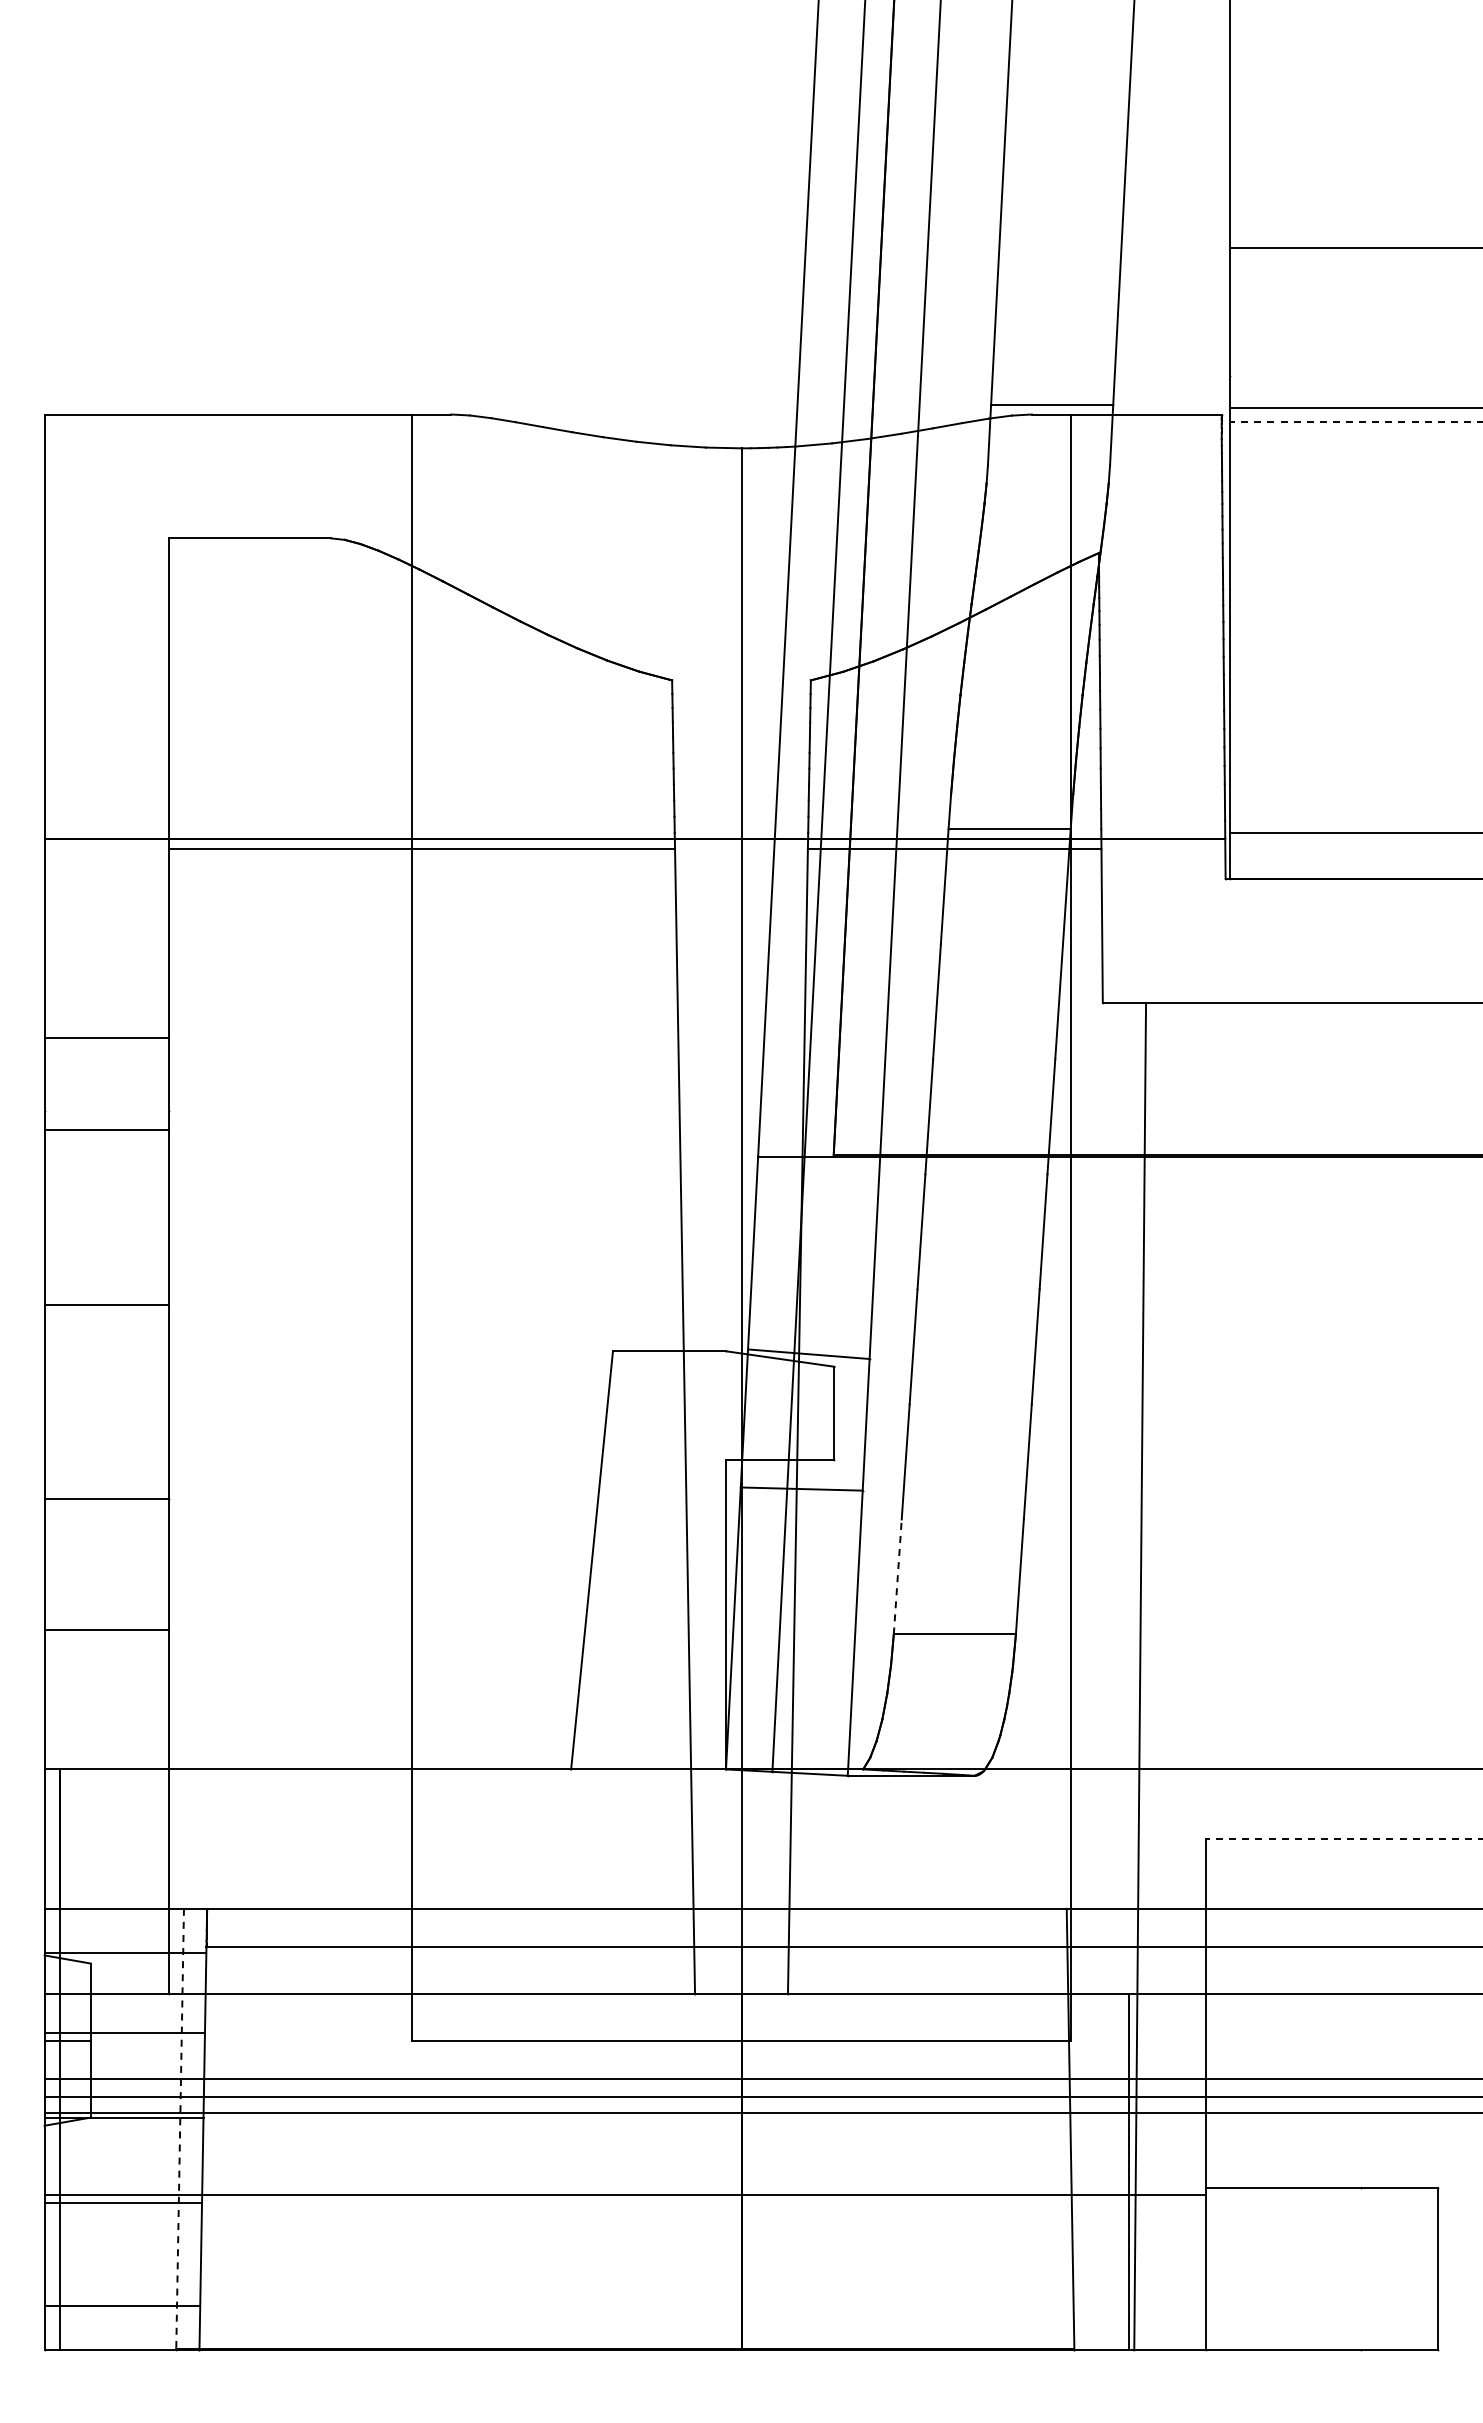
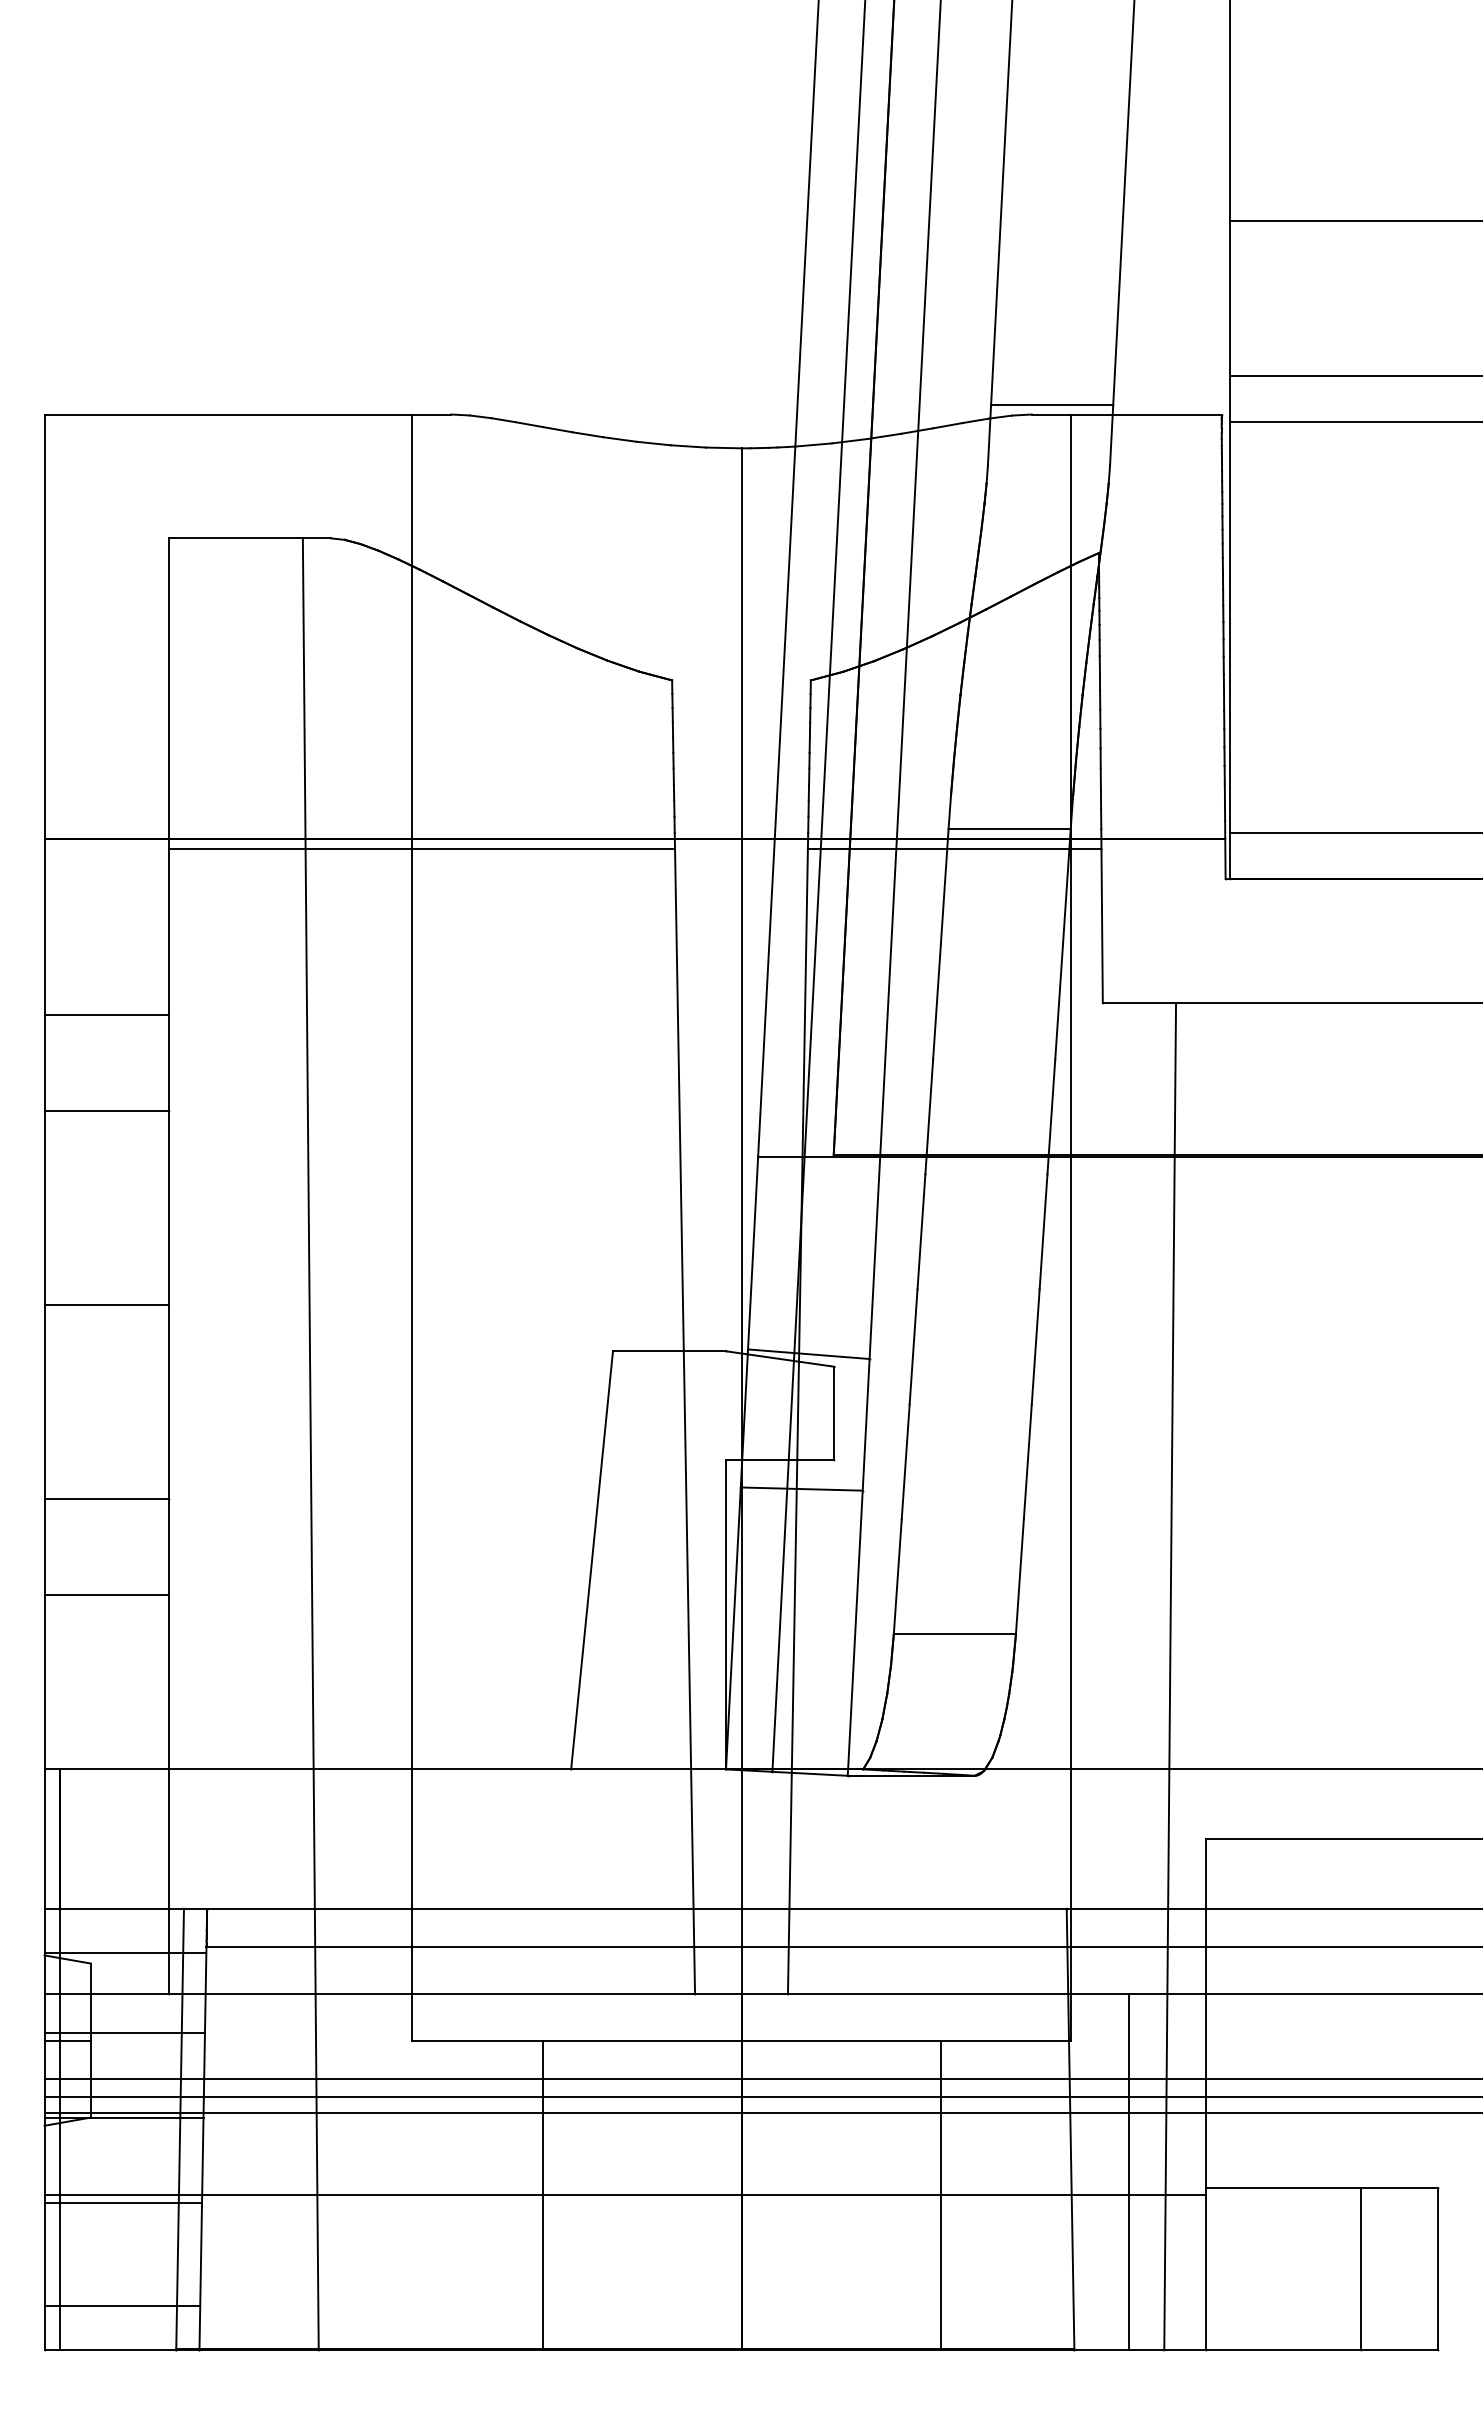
line at (1354, 247) position: (1354, 247) -> (1354, 220)
line at (1354, 407) position: (1354, 407) -> (1354, 375)
line at (1355, 422): dashed -> solid
line at (106, 1037) position: (106, 1037) -> (106, 1014)
line at (106, 1130) position: (106, 1130) -> (106, 1111)
line at (310, 1444): none -> present
line at (897, 1576): dashed -> solid
line at (106, 1630) position: (106, 1630) -> (106, 1595)
line at (1140, 1676) position: (1140, 1676) -> (1170, 1676)
line at (1344, 1839): dashed -> solid
line at (180, 2129): dashed -> solid
line at (542, 2195): none -> present
line at (940, 2195): none -> present
line at (1360, 2268): none -> present
